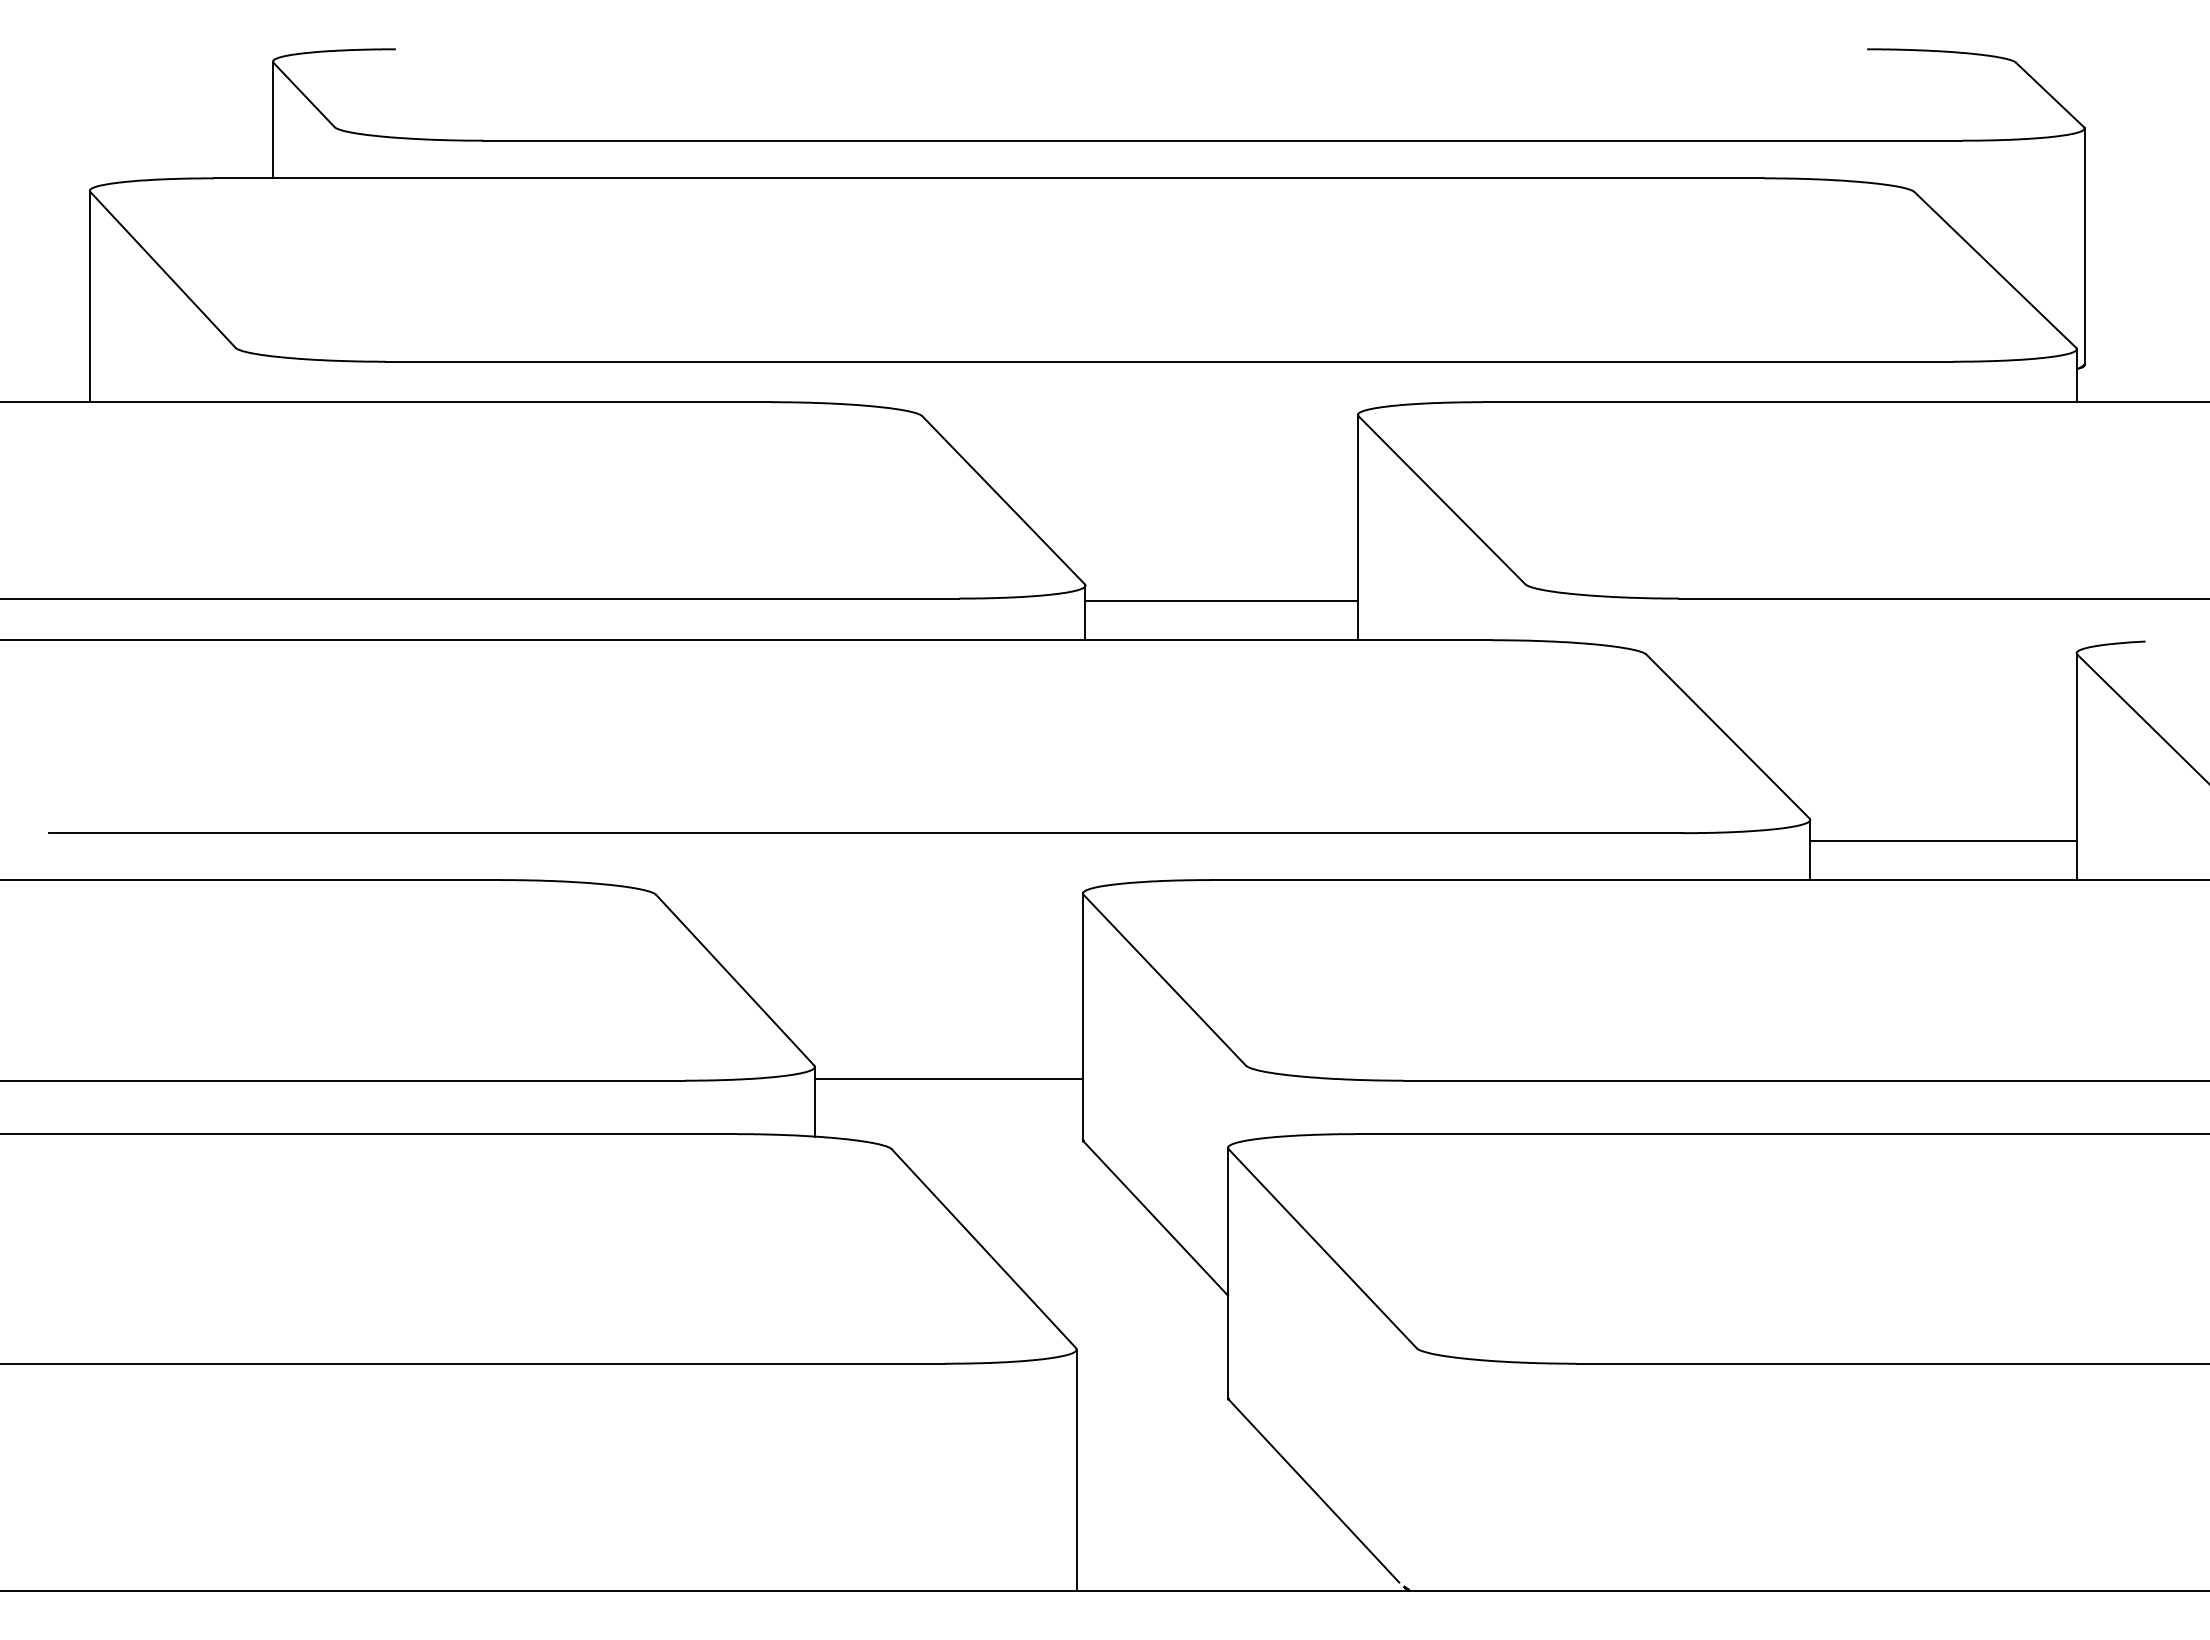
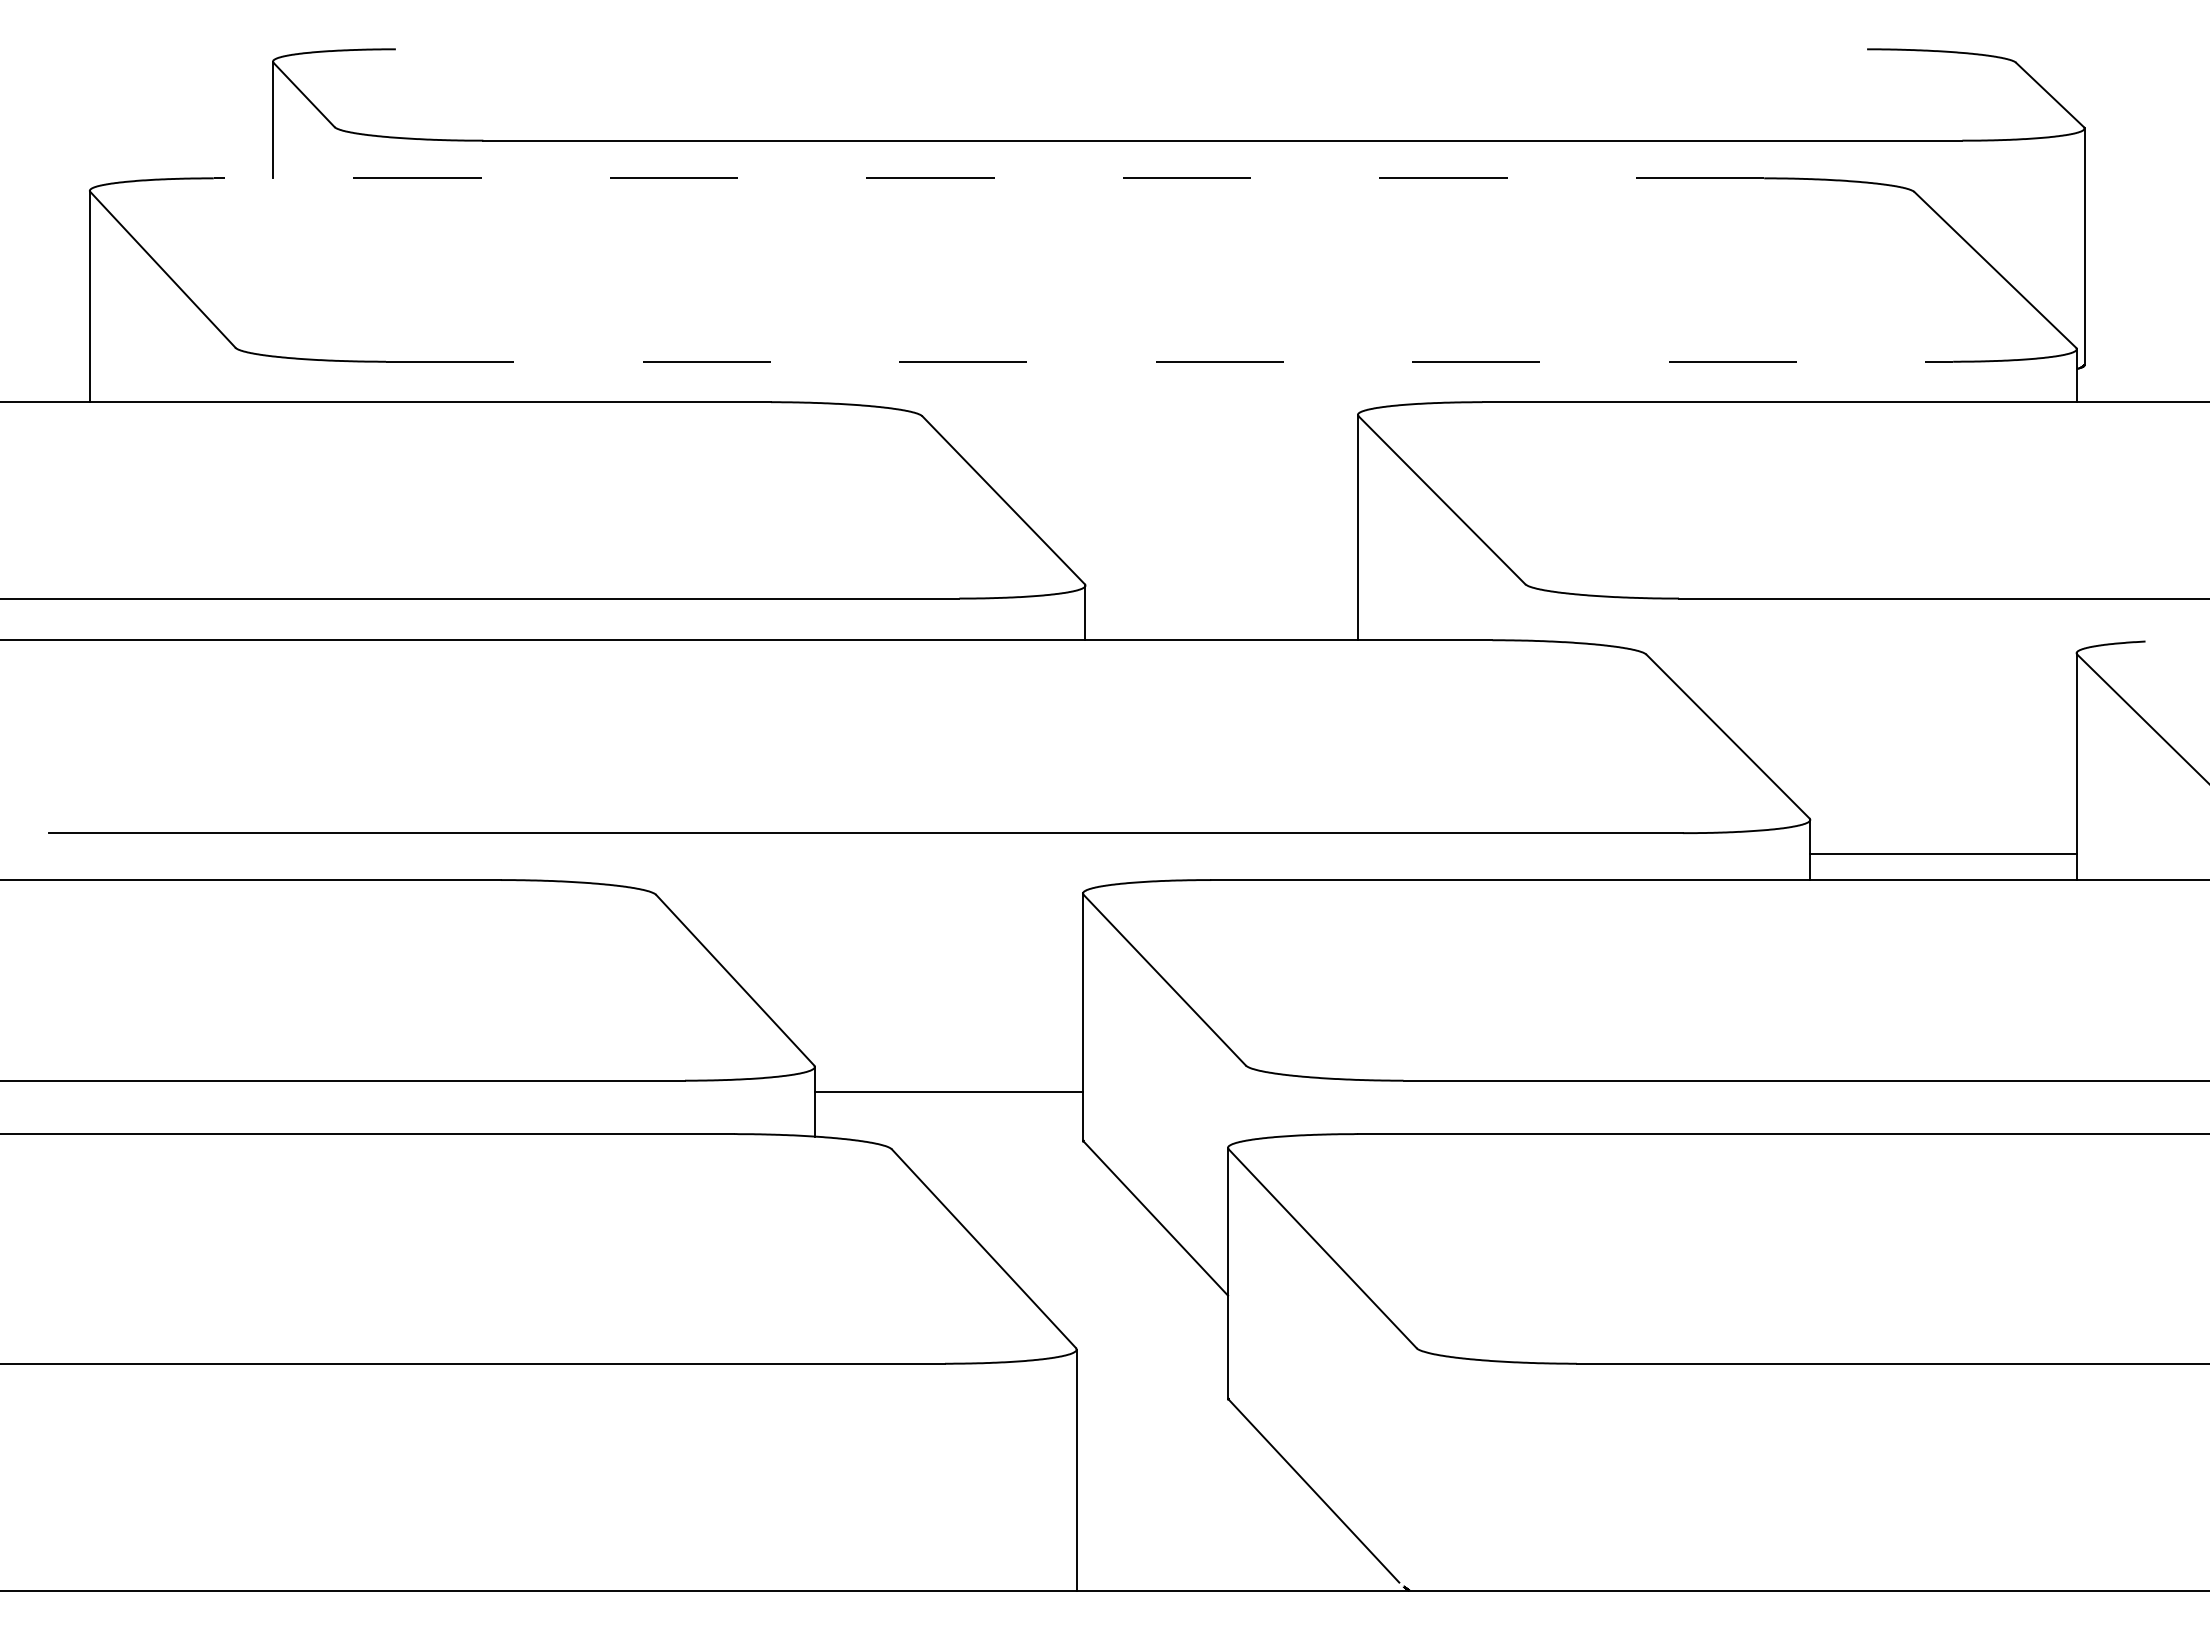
line at (988, 178): solid -> dashed
line at (1169, 361): solid -> dashed
line at (1221, 601): present -> none
line at (1943, 841) position: (1943, 841) -> (1943, 854)
line at (948, 1079) position: (948, 1079) -> (948, 1092)
